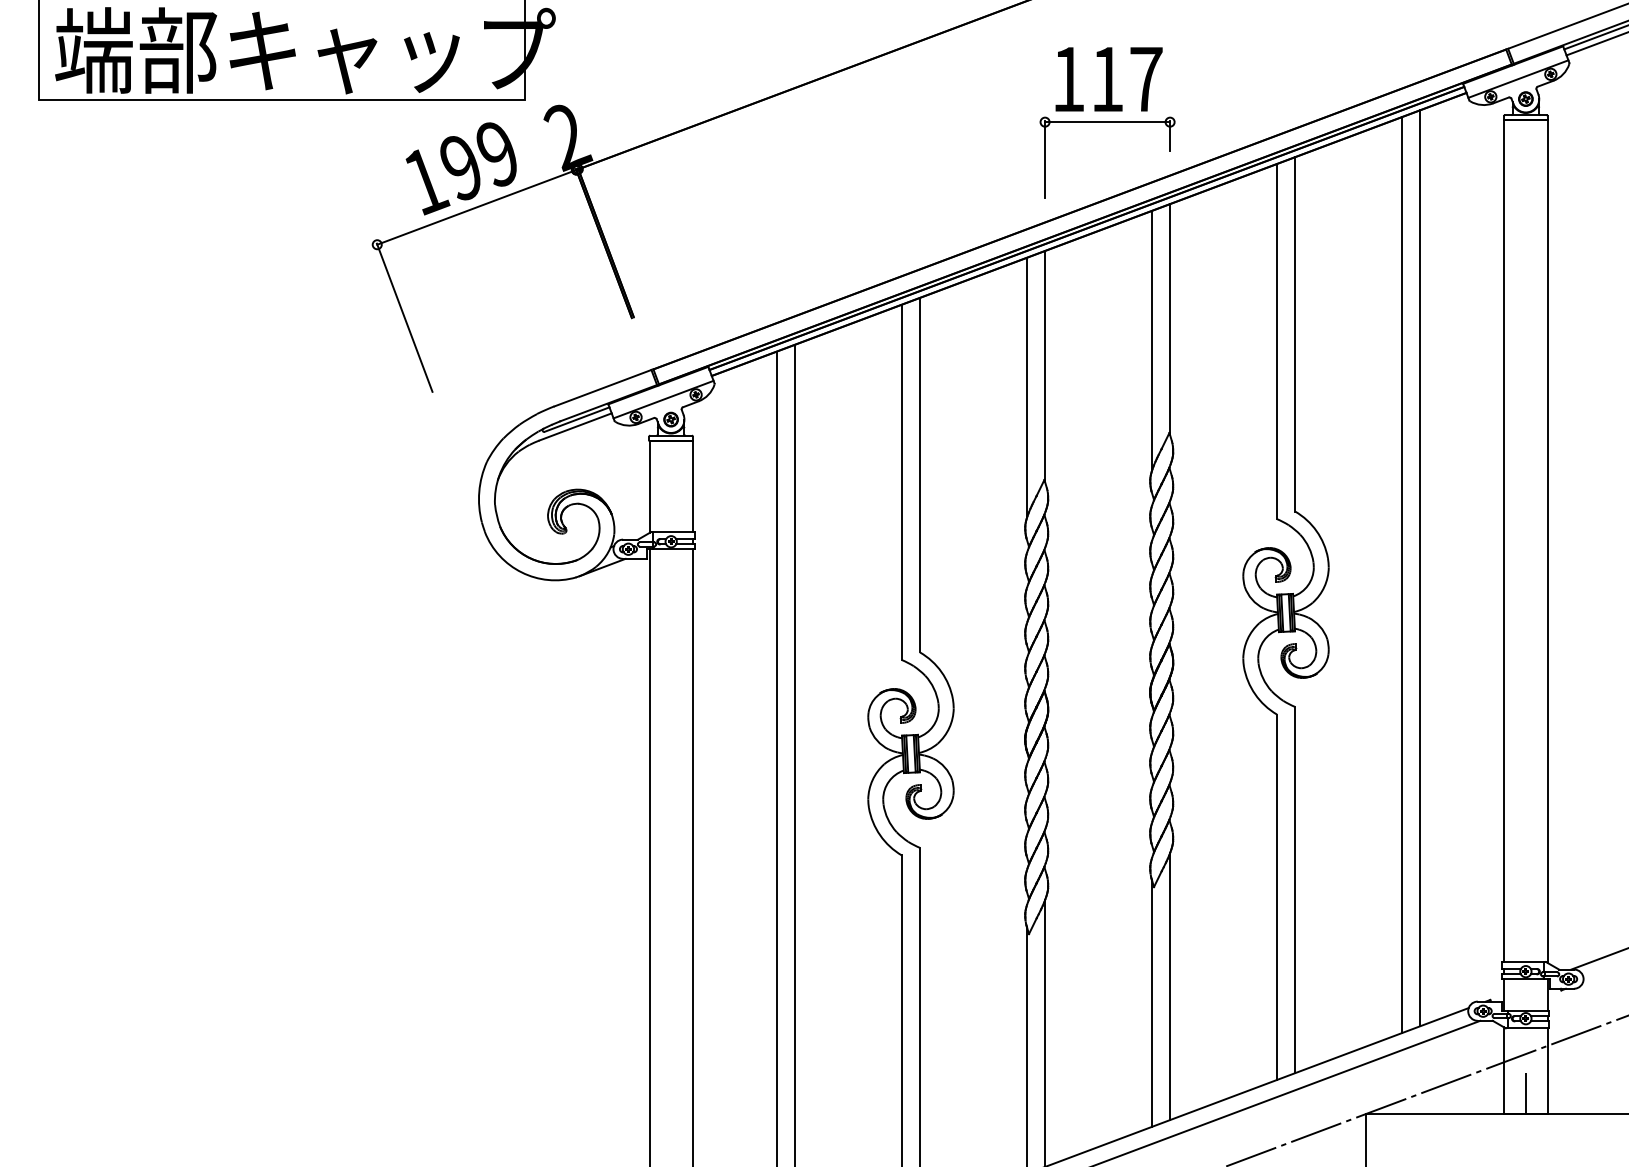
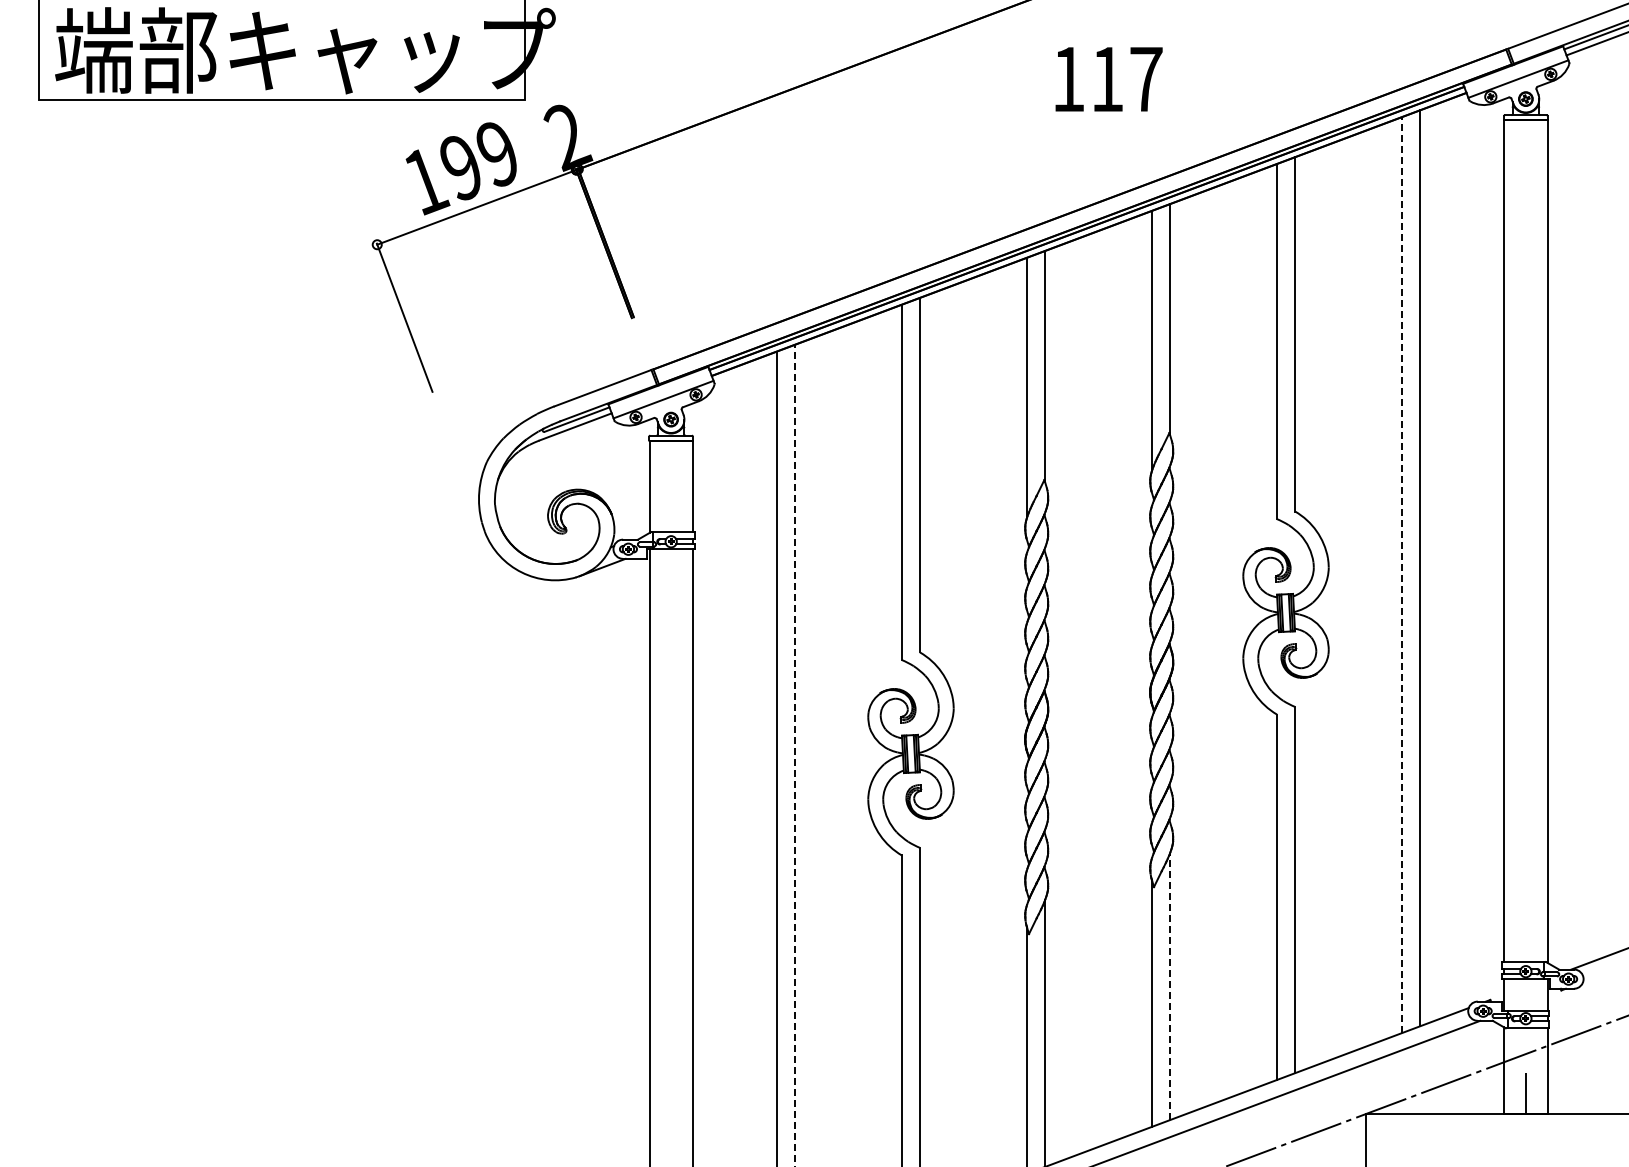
part at (1107, 122): present -> none
line at (1401, 575): solid -> dashed
line at (795, 755): solid -> dashed
line at (1170, 986): solid -> dashed
